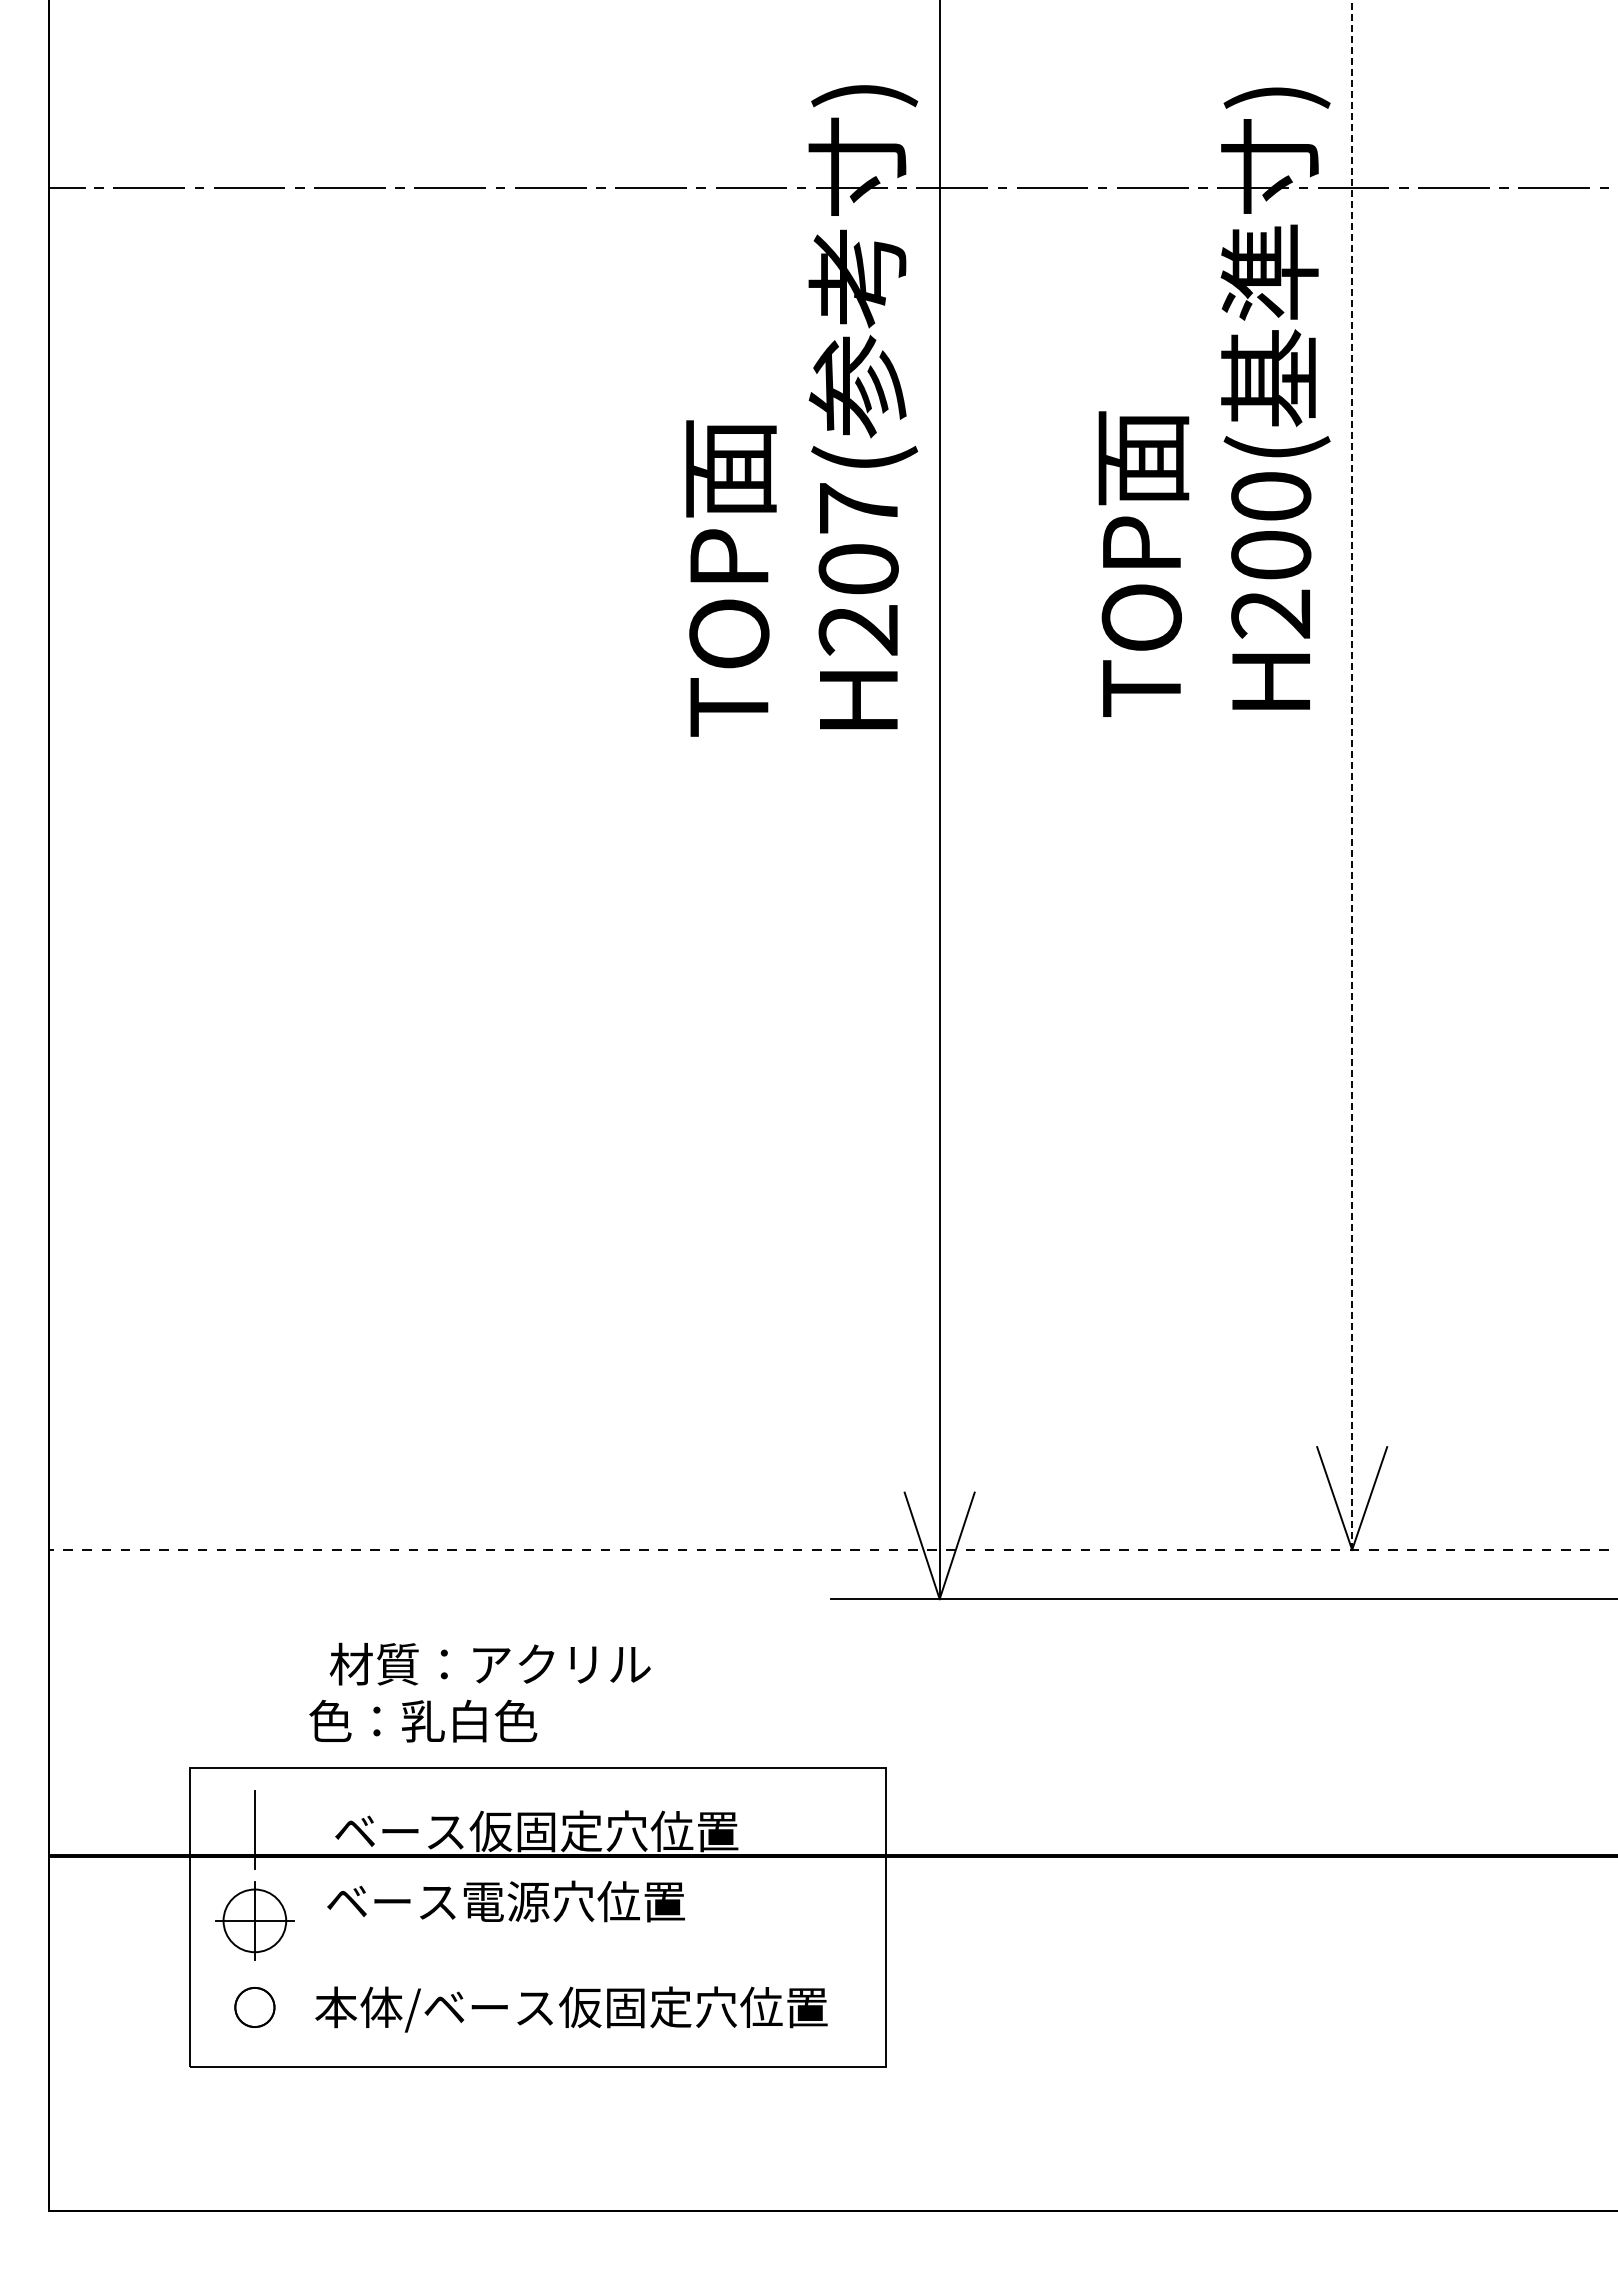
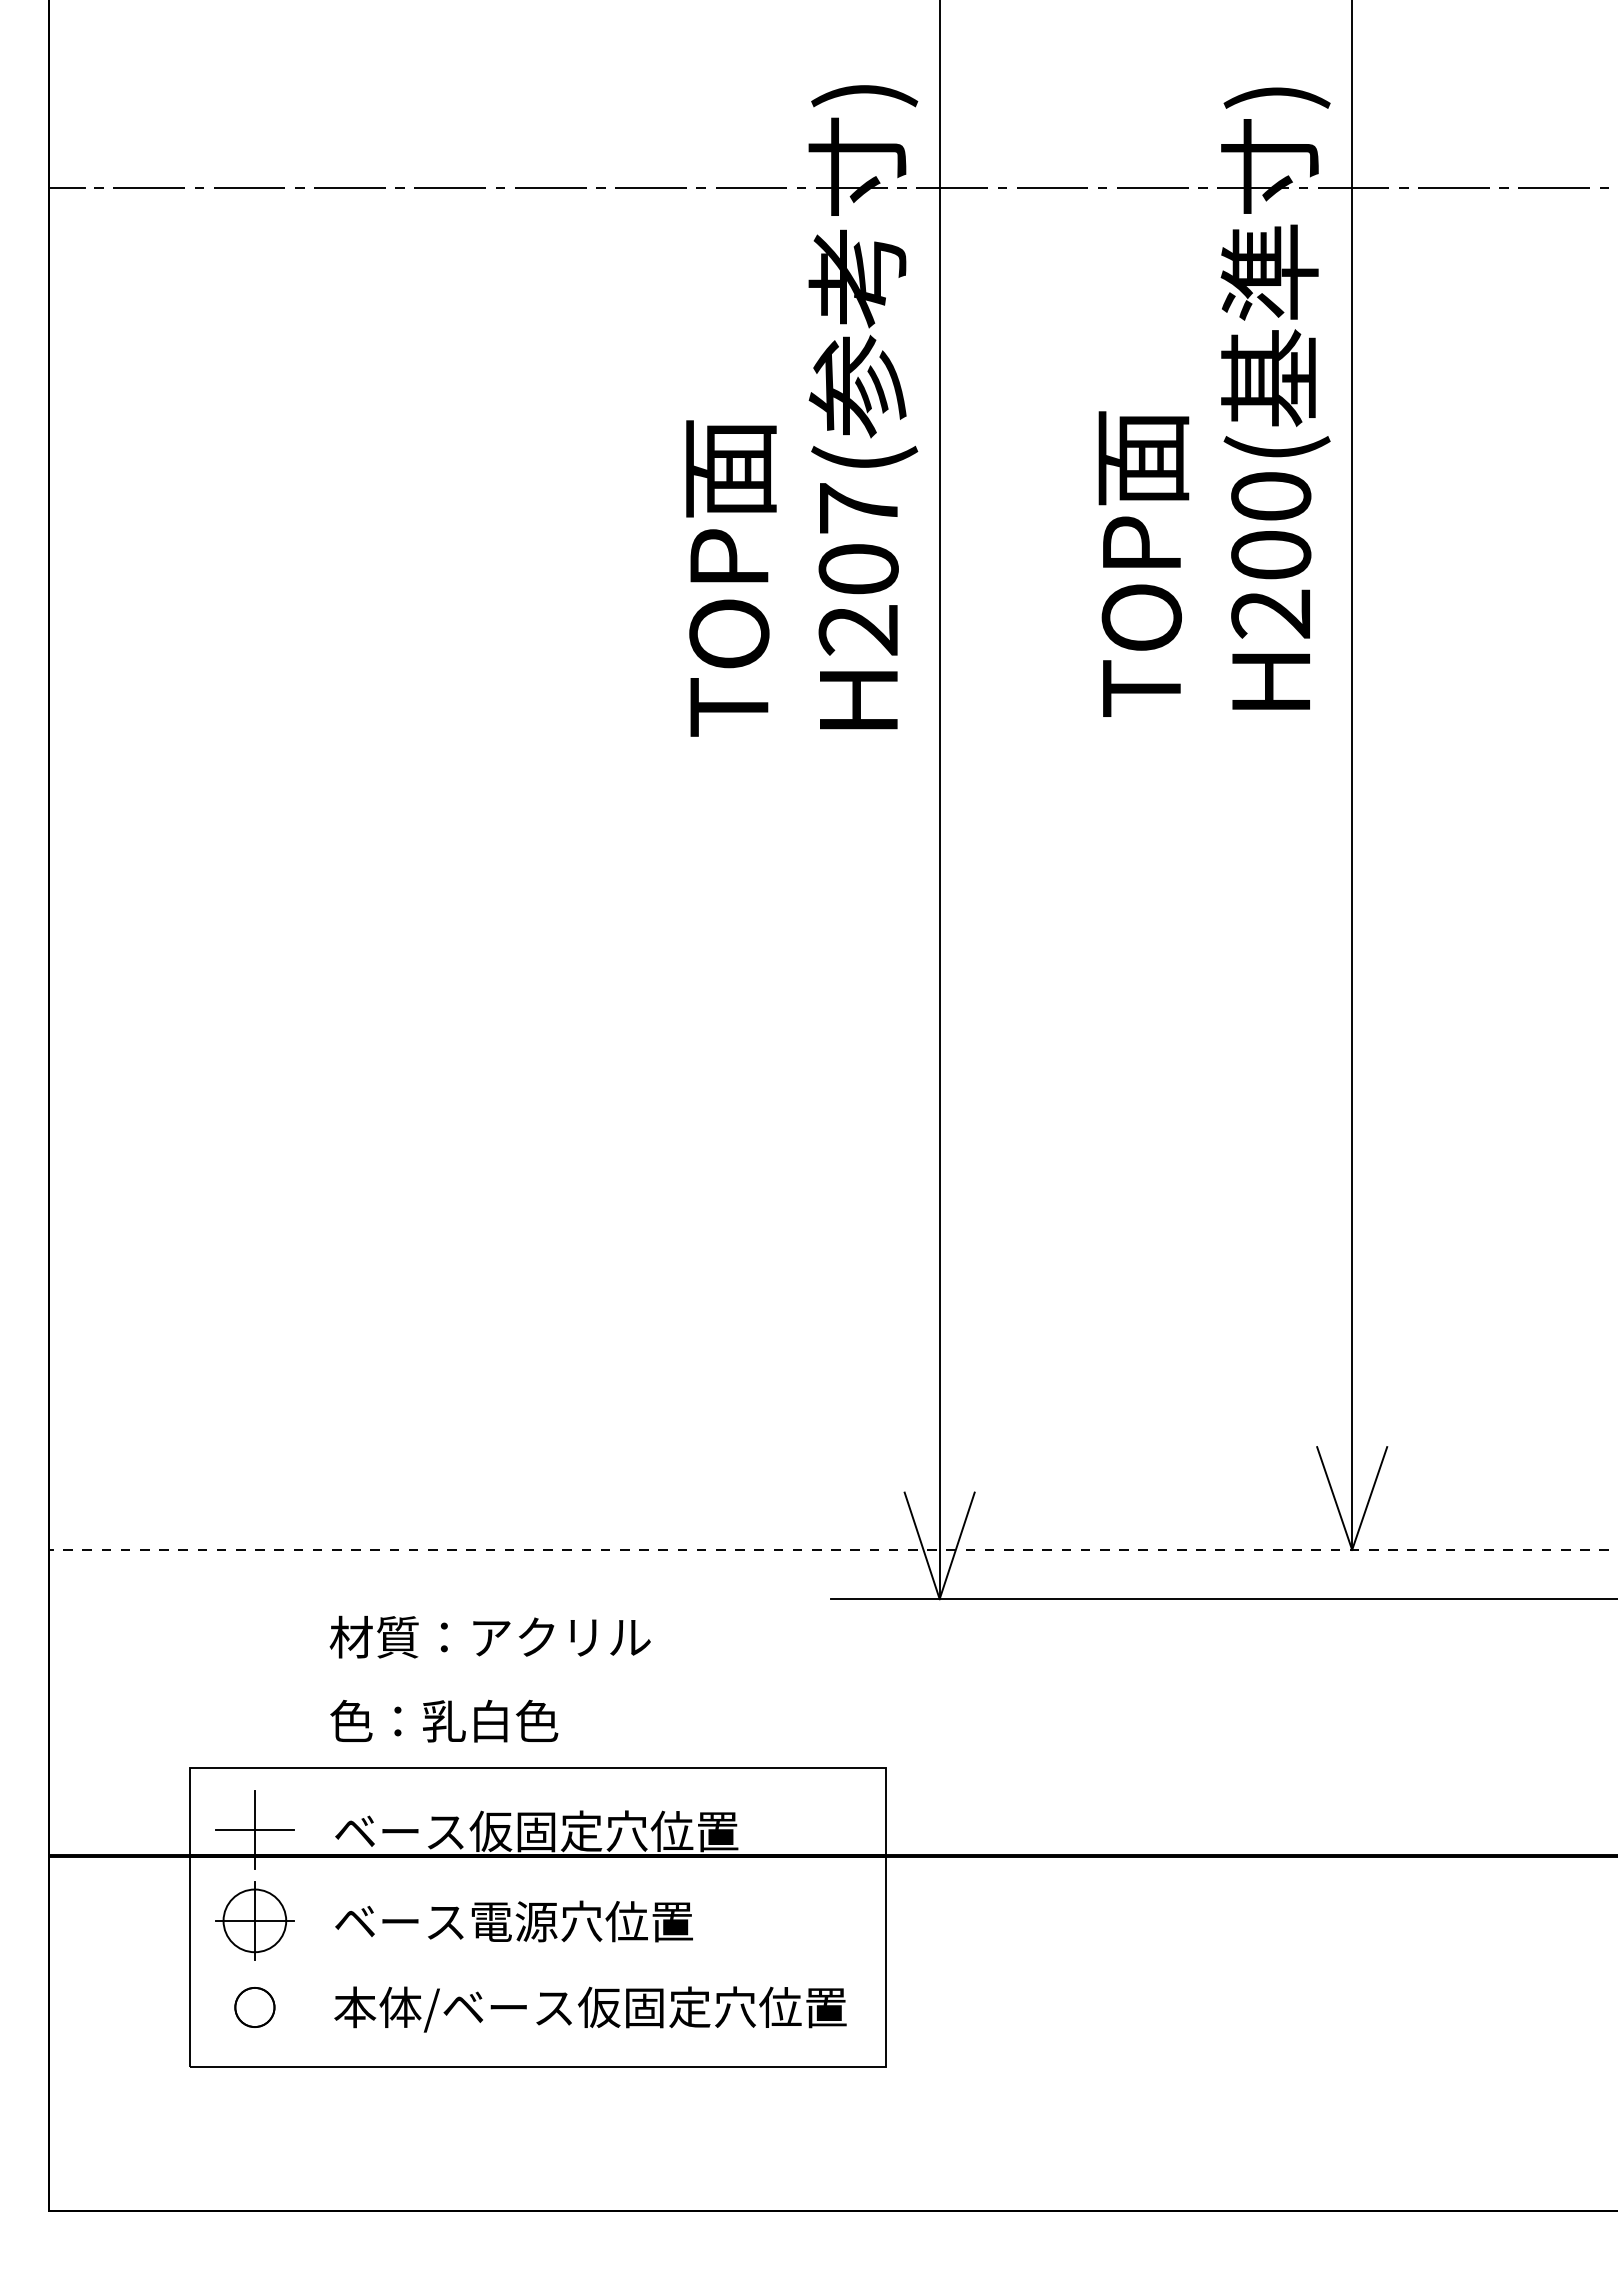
line at (1352, 775): dashed -> solid
text at (489, 1663) position: (489, 1663) -> (489, 1636)
text at (423, 1720) position: (423, 1720) -> (444, 1720)
line at (254, 1830): none -> present
text at (505, 1901) position: (505, 1901) -> (513, 1921)
text at (571, 2009) position: (571, 2009) -> (590, 2009)
